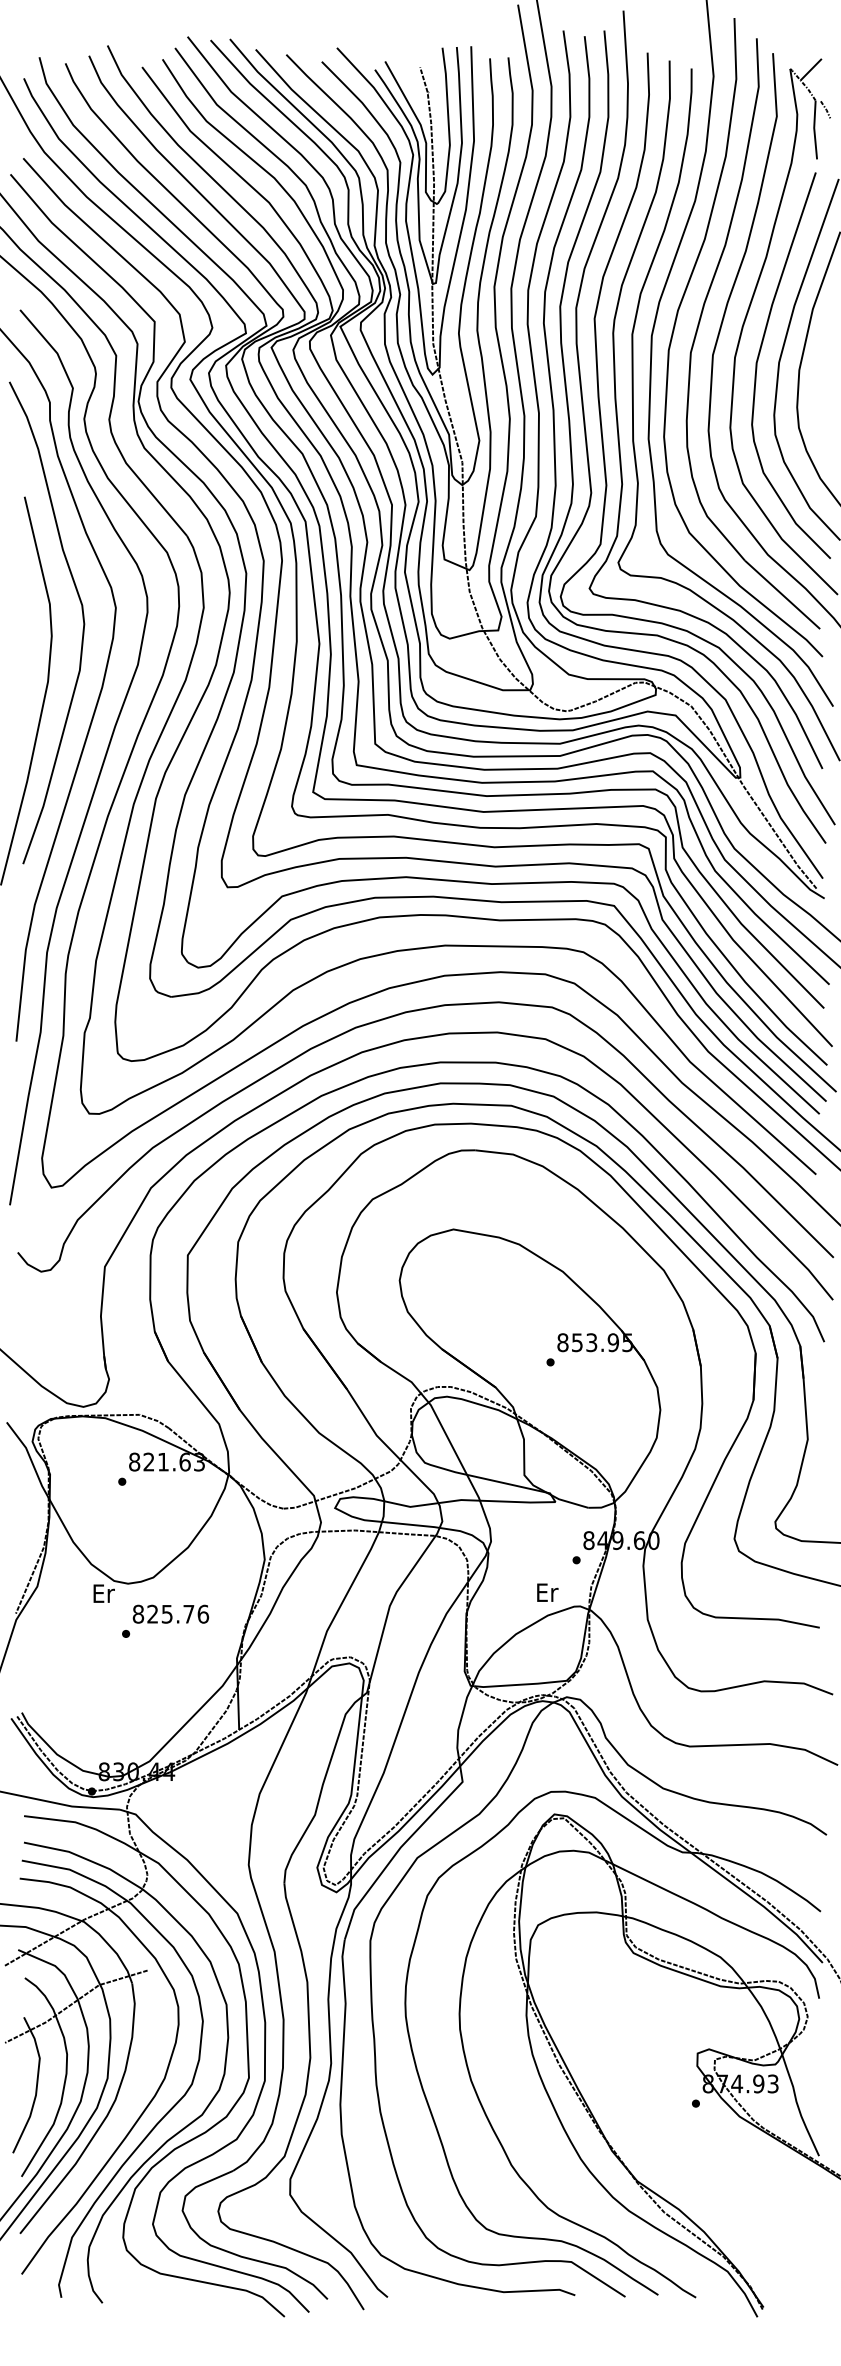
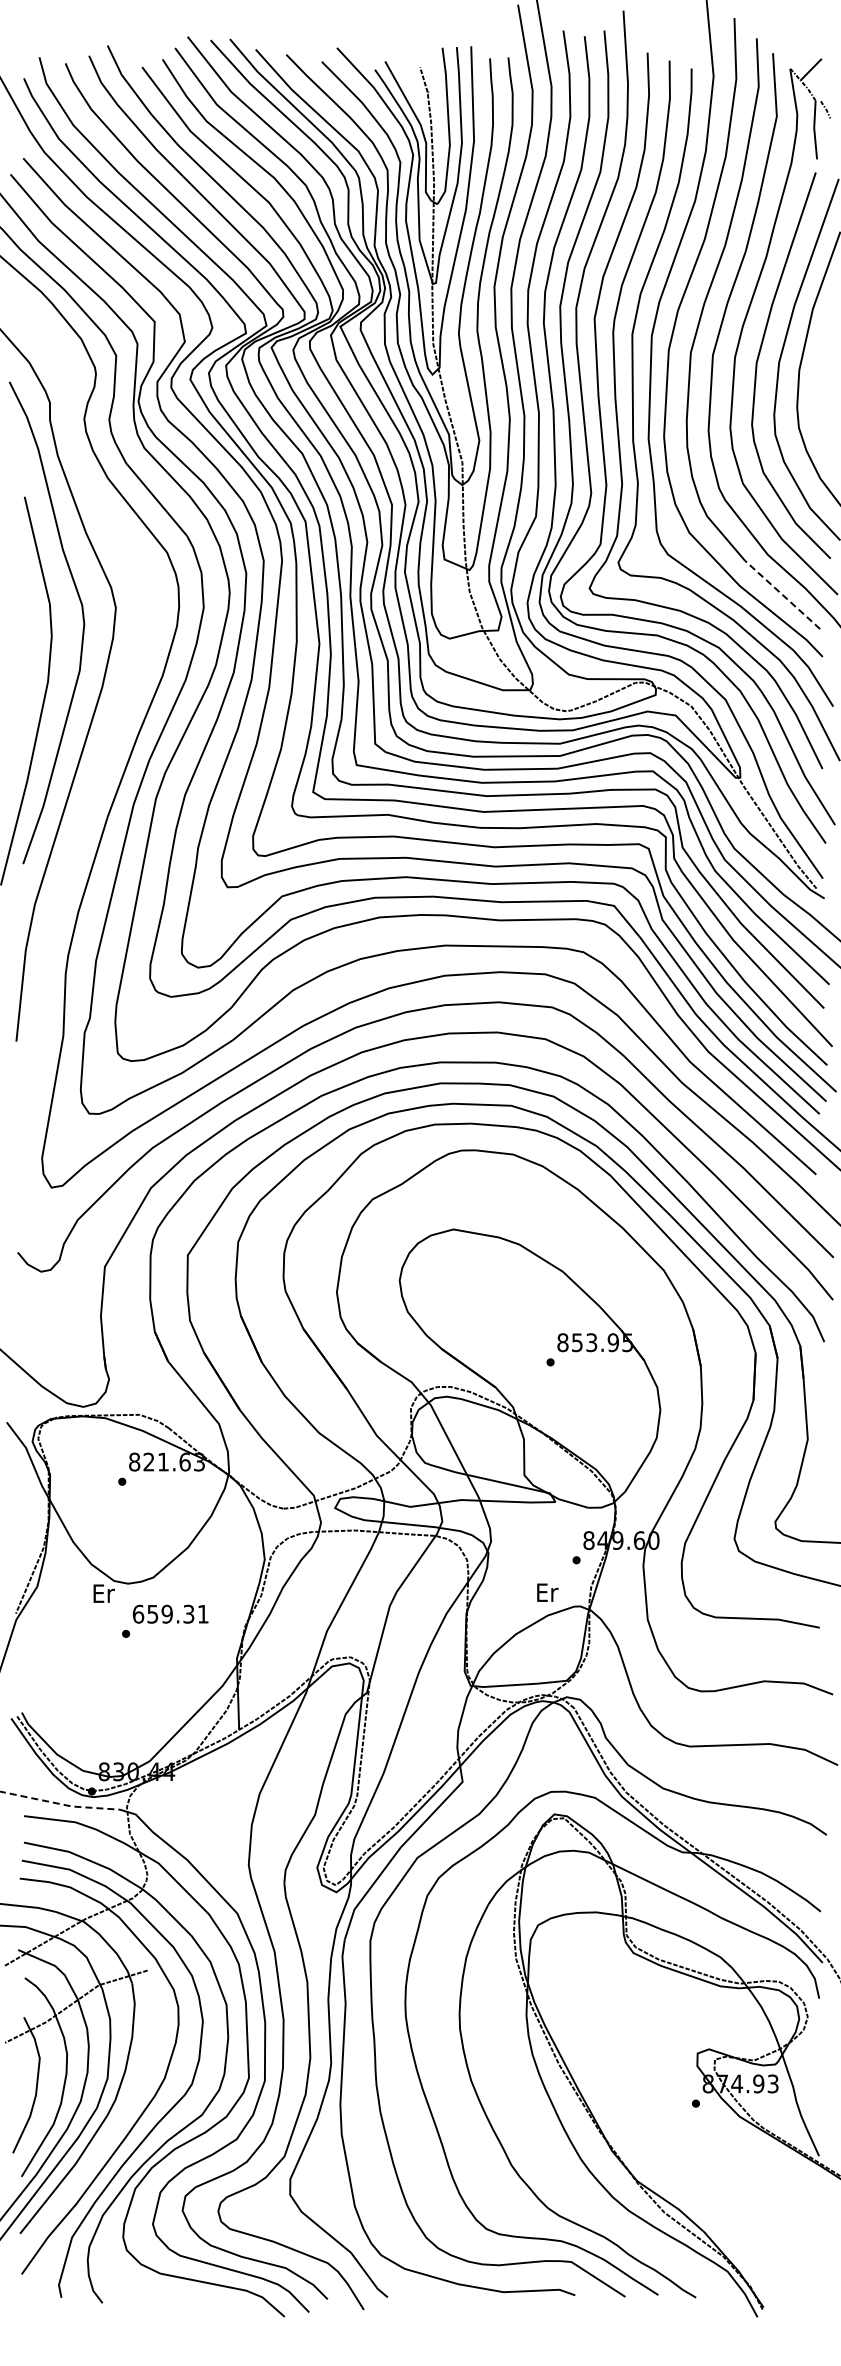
line at (782, 594): solid -> dashed
curve at (101, 765): present -> none
text at (170, 1613): 825.76 -> 659.31
line at (61, 1804): solid -> dashed
